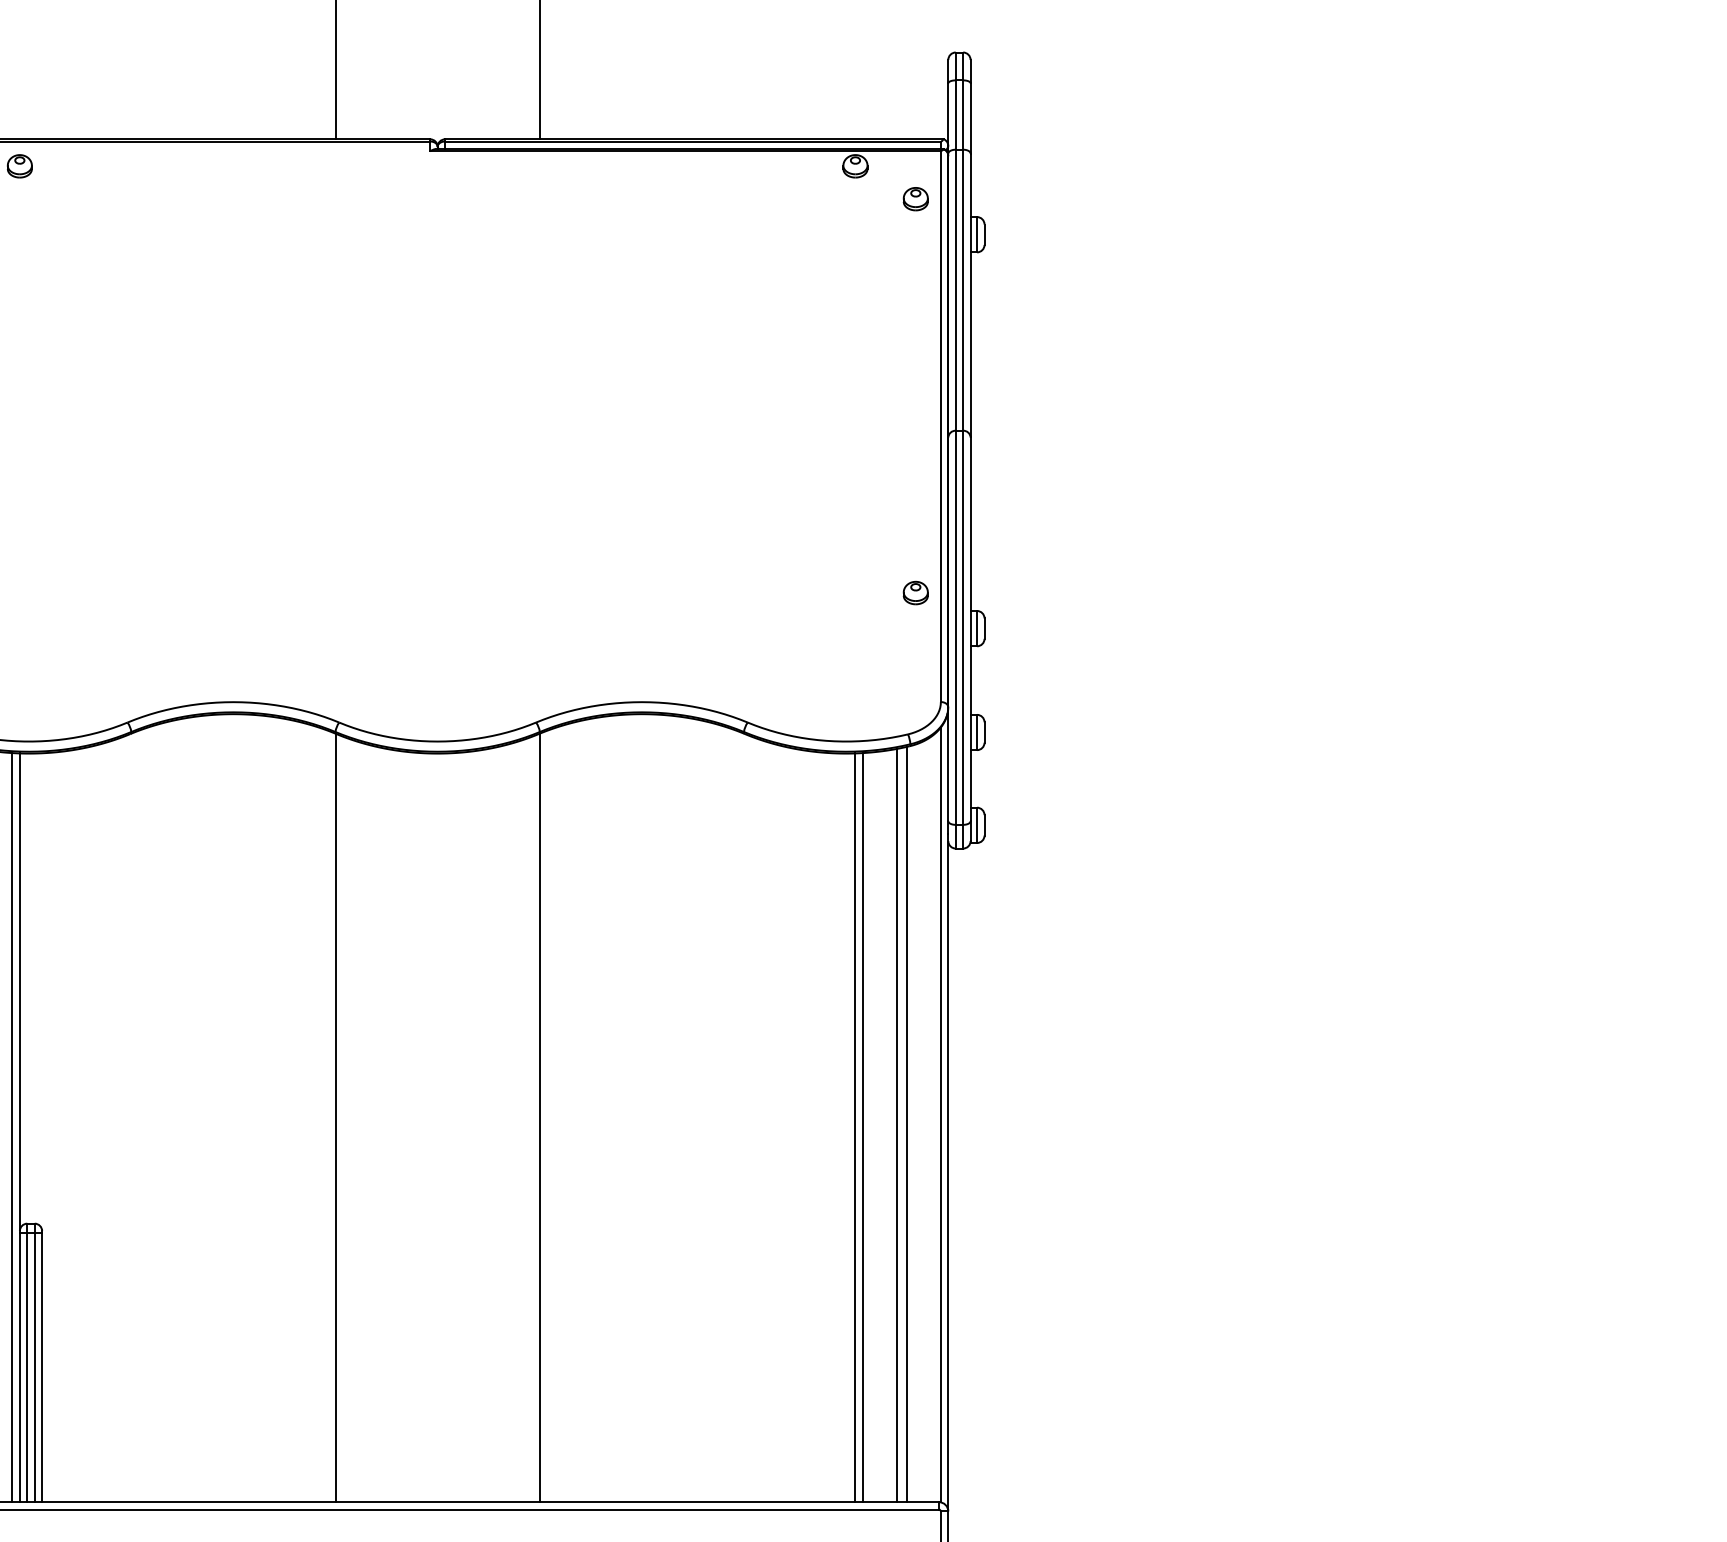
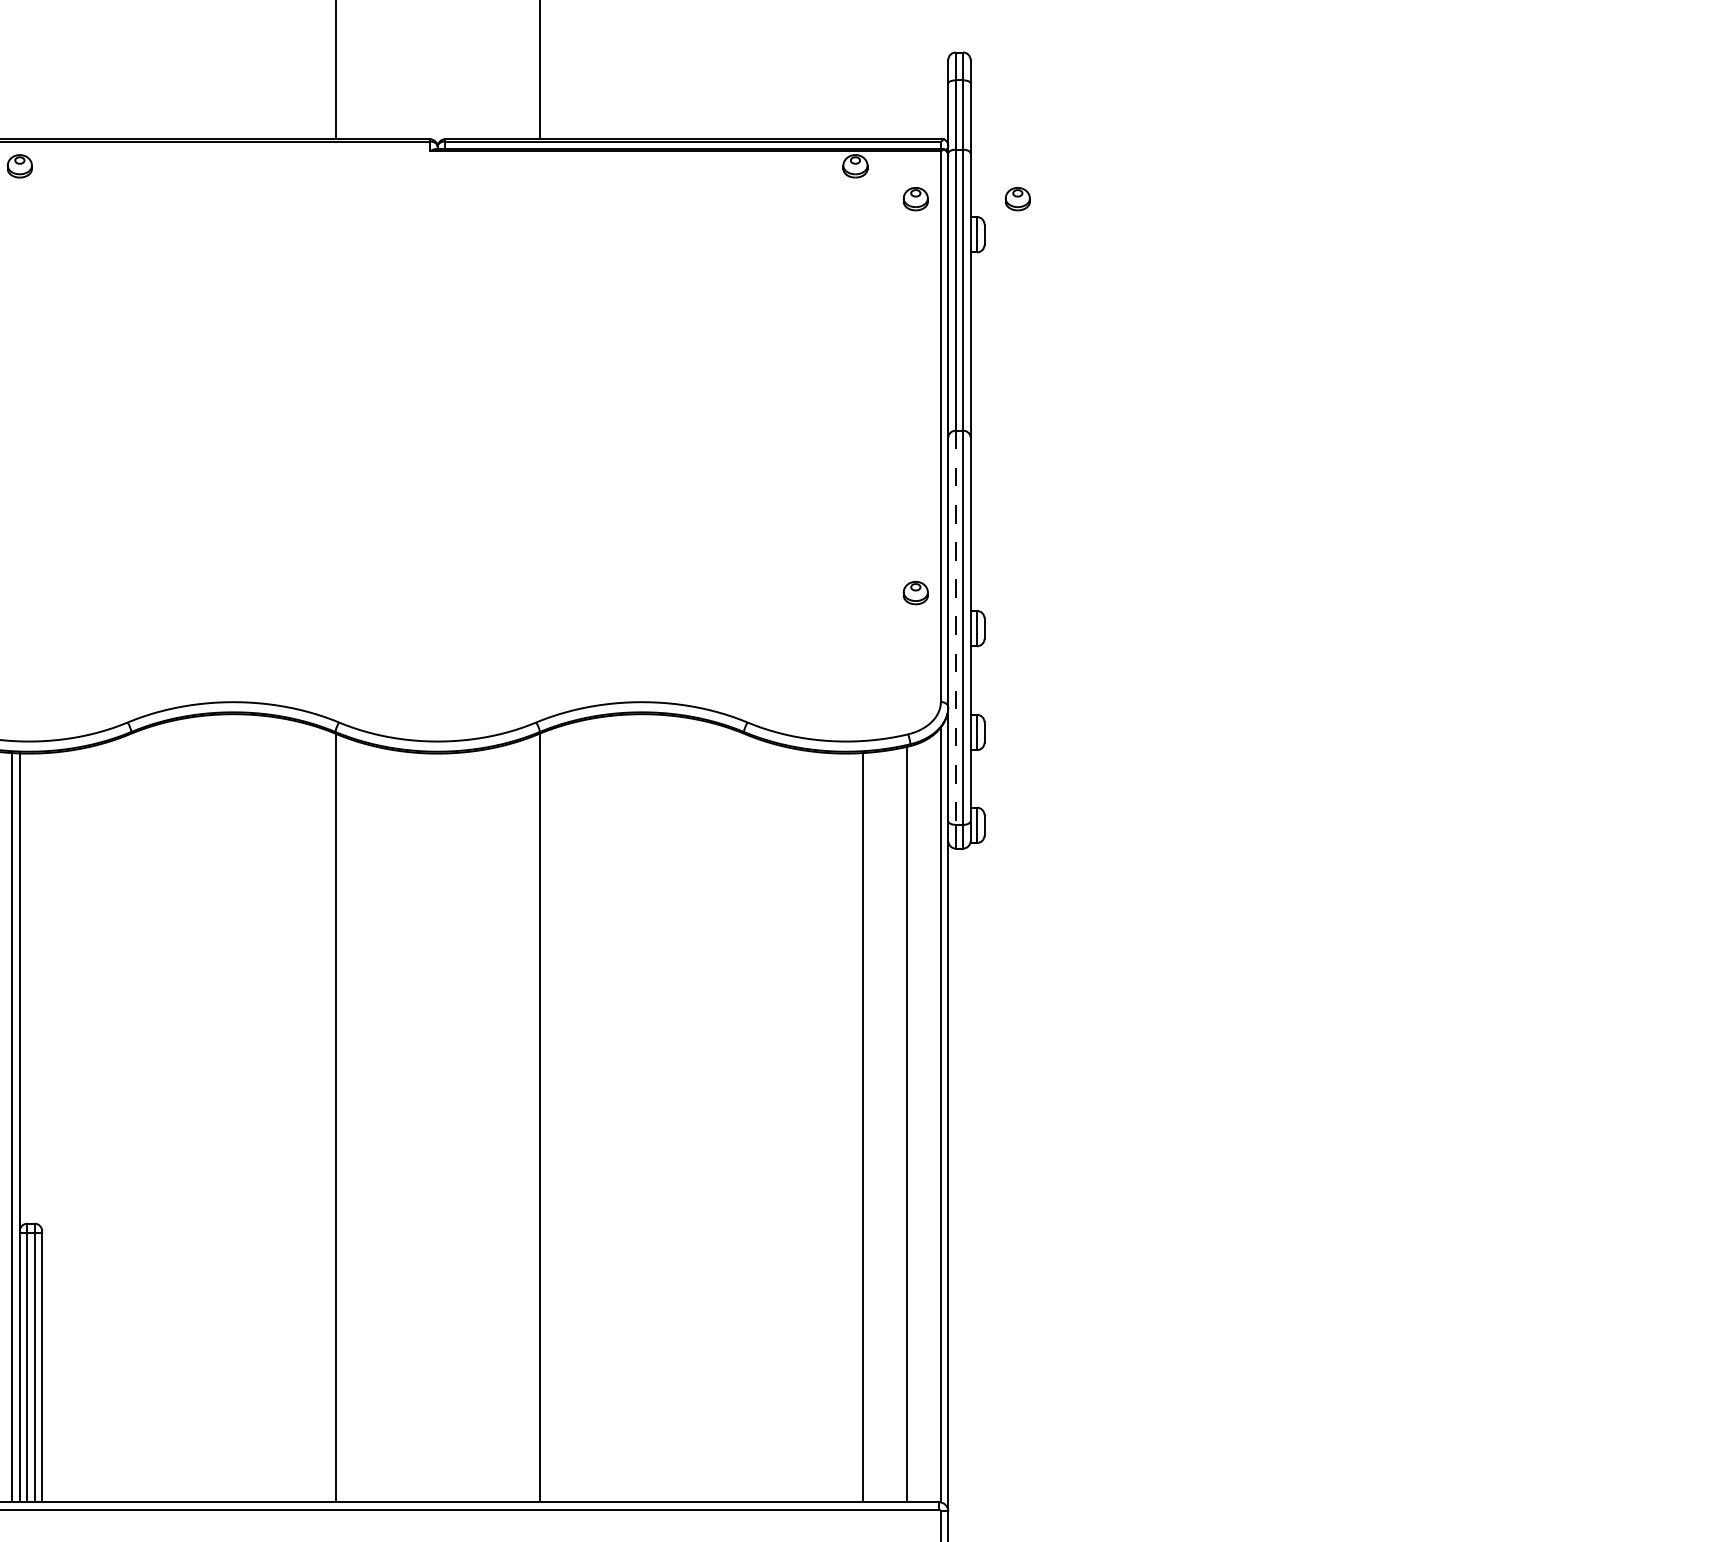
part at (1017, 199): none -> present
line at (955, 628): solid -> dashed
line at (897, 1125): present -> none
line at (855, 1127): present -> none
